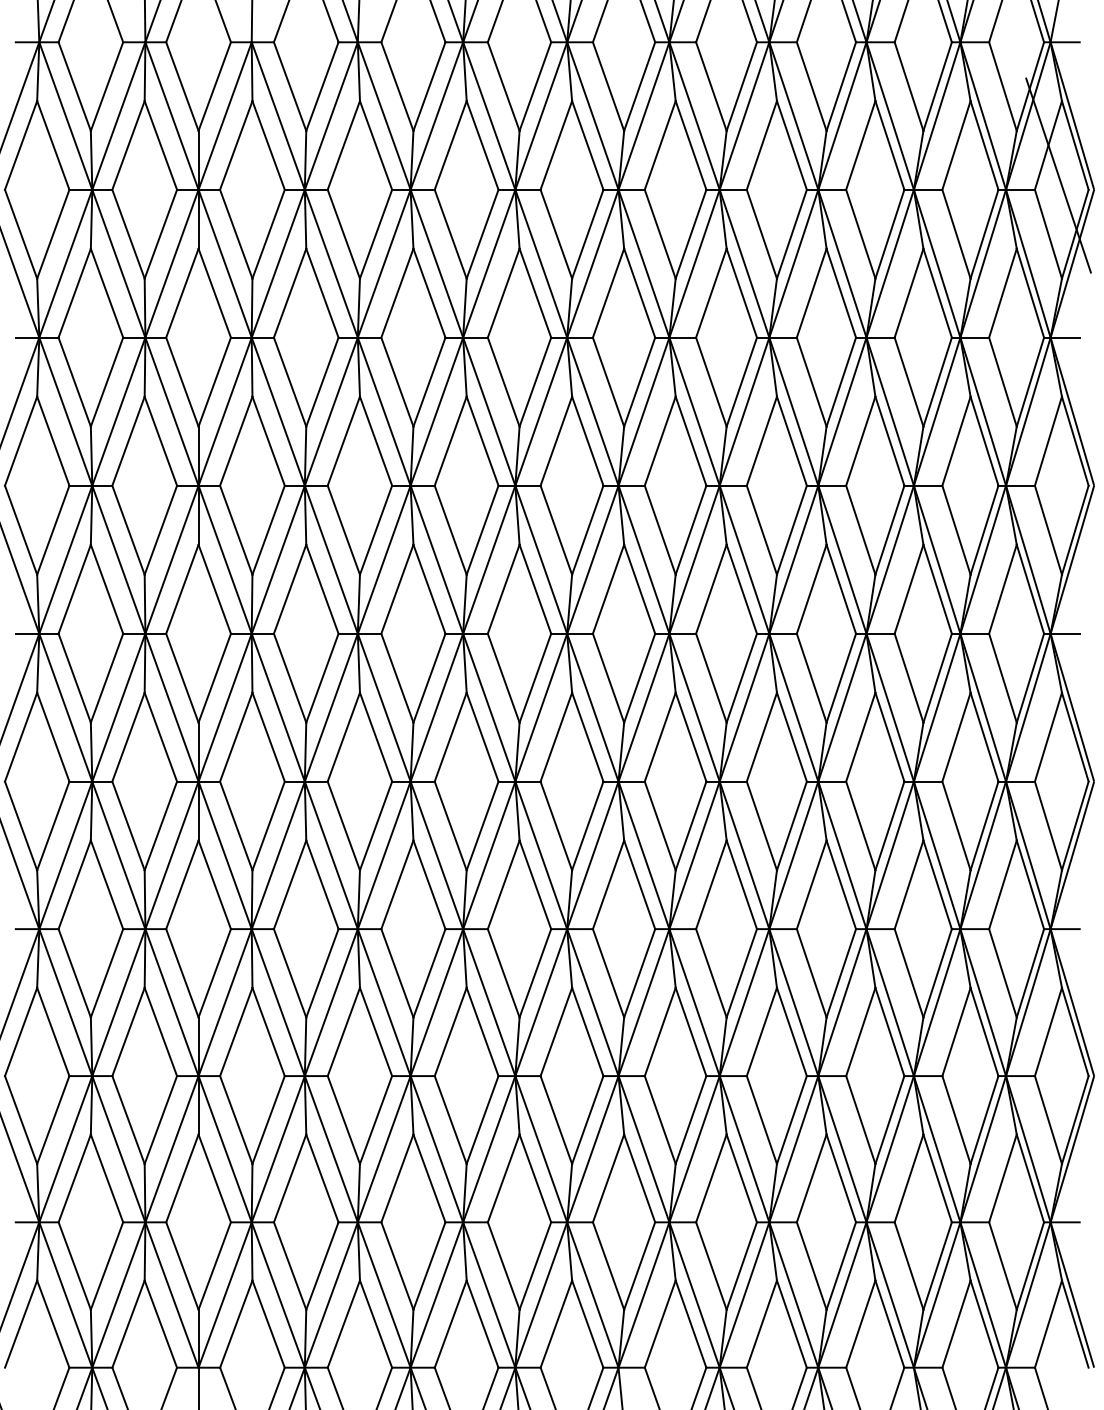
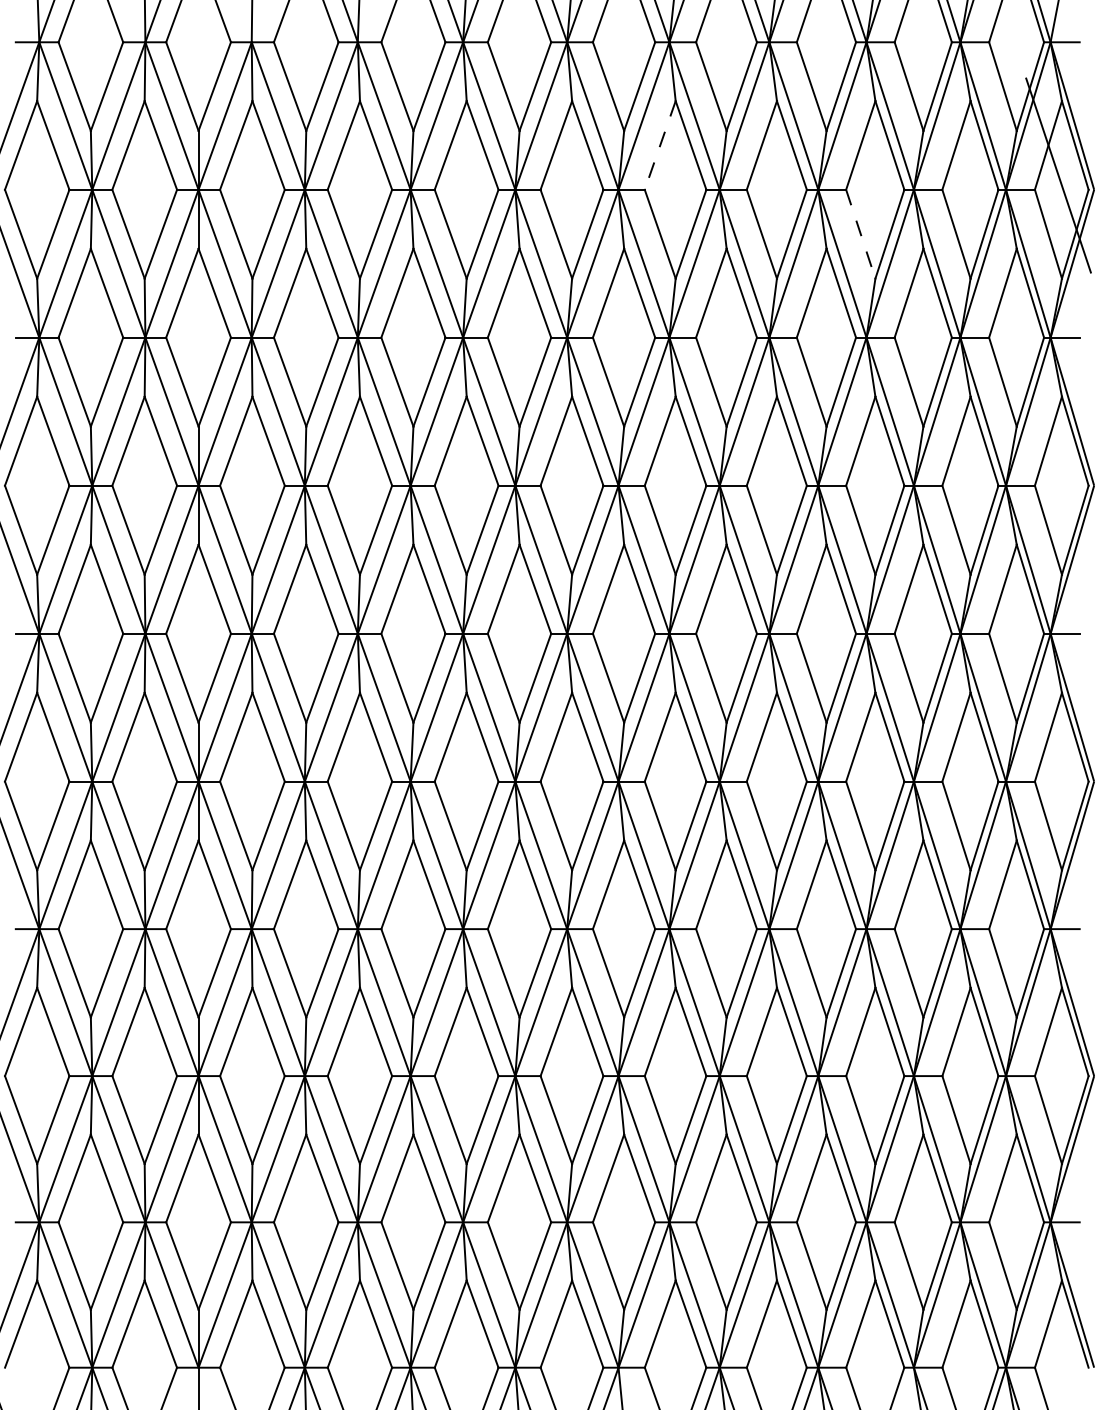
line at (660, 145): solid -> dashed
line at (860, 234): solid -> dashed
